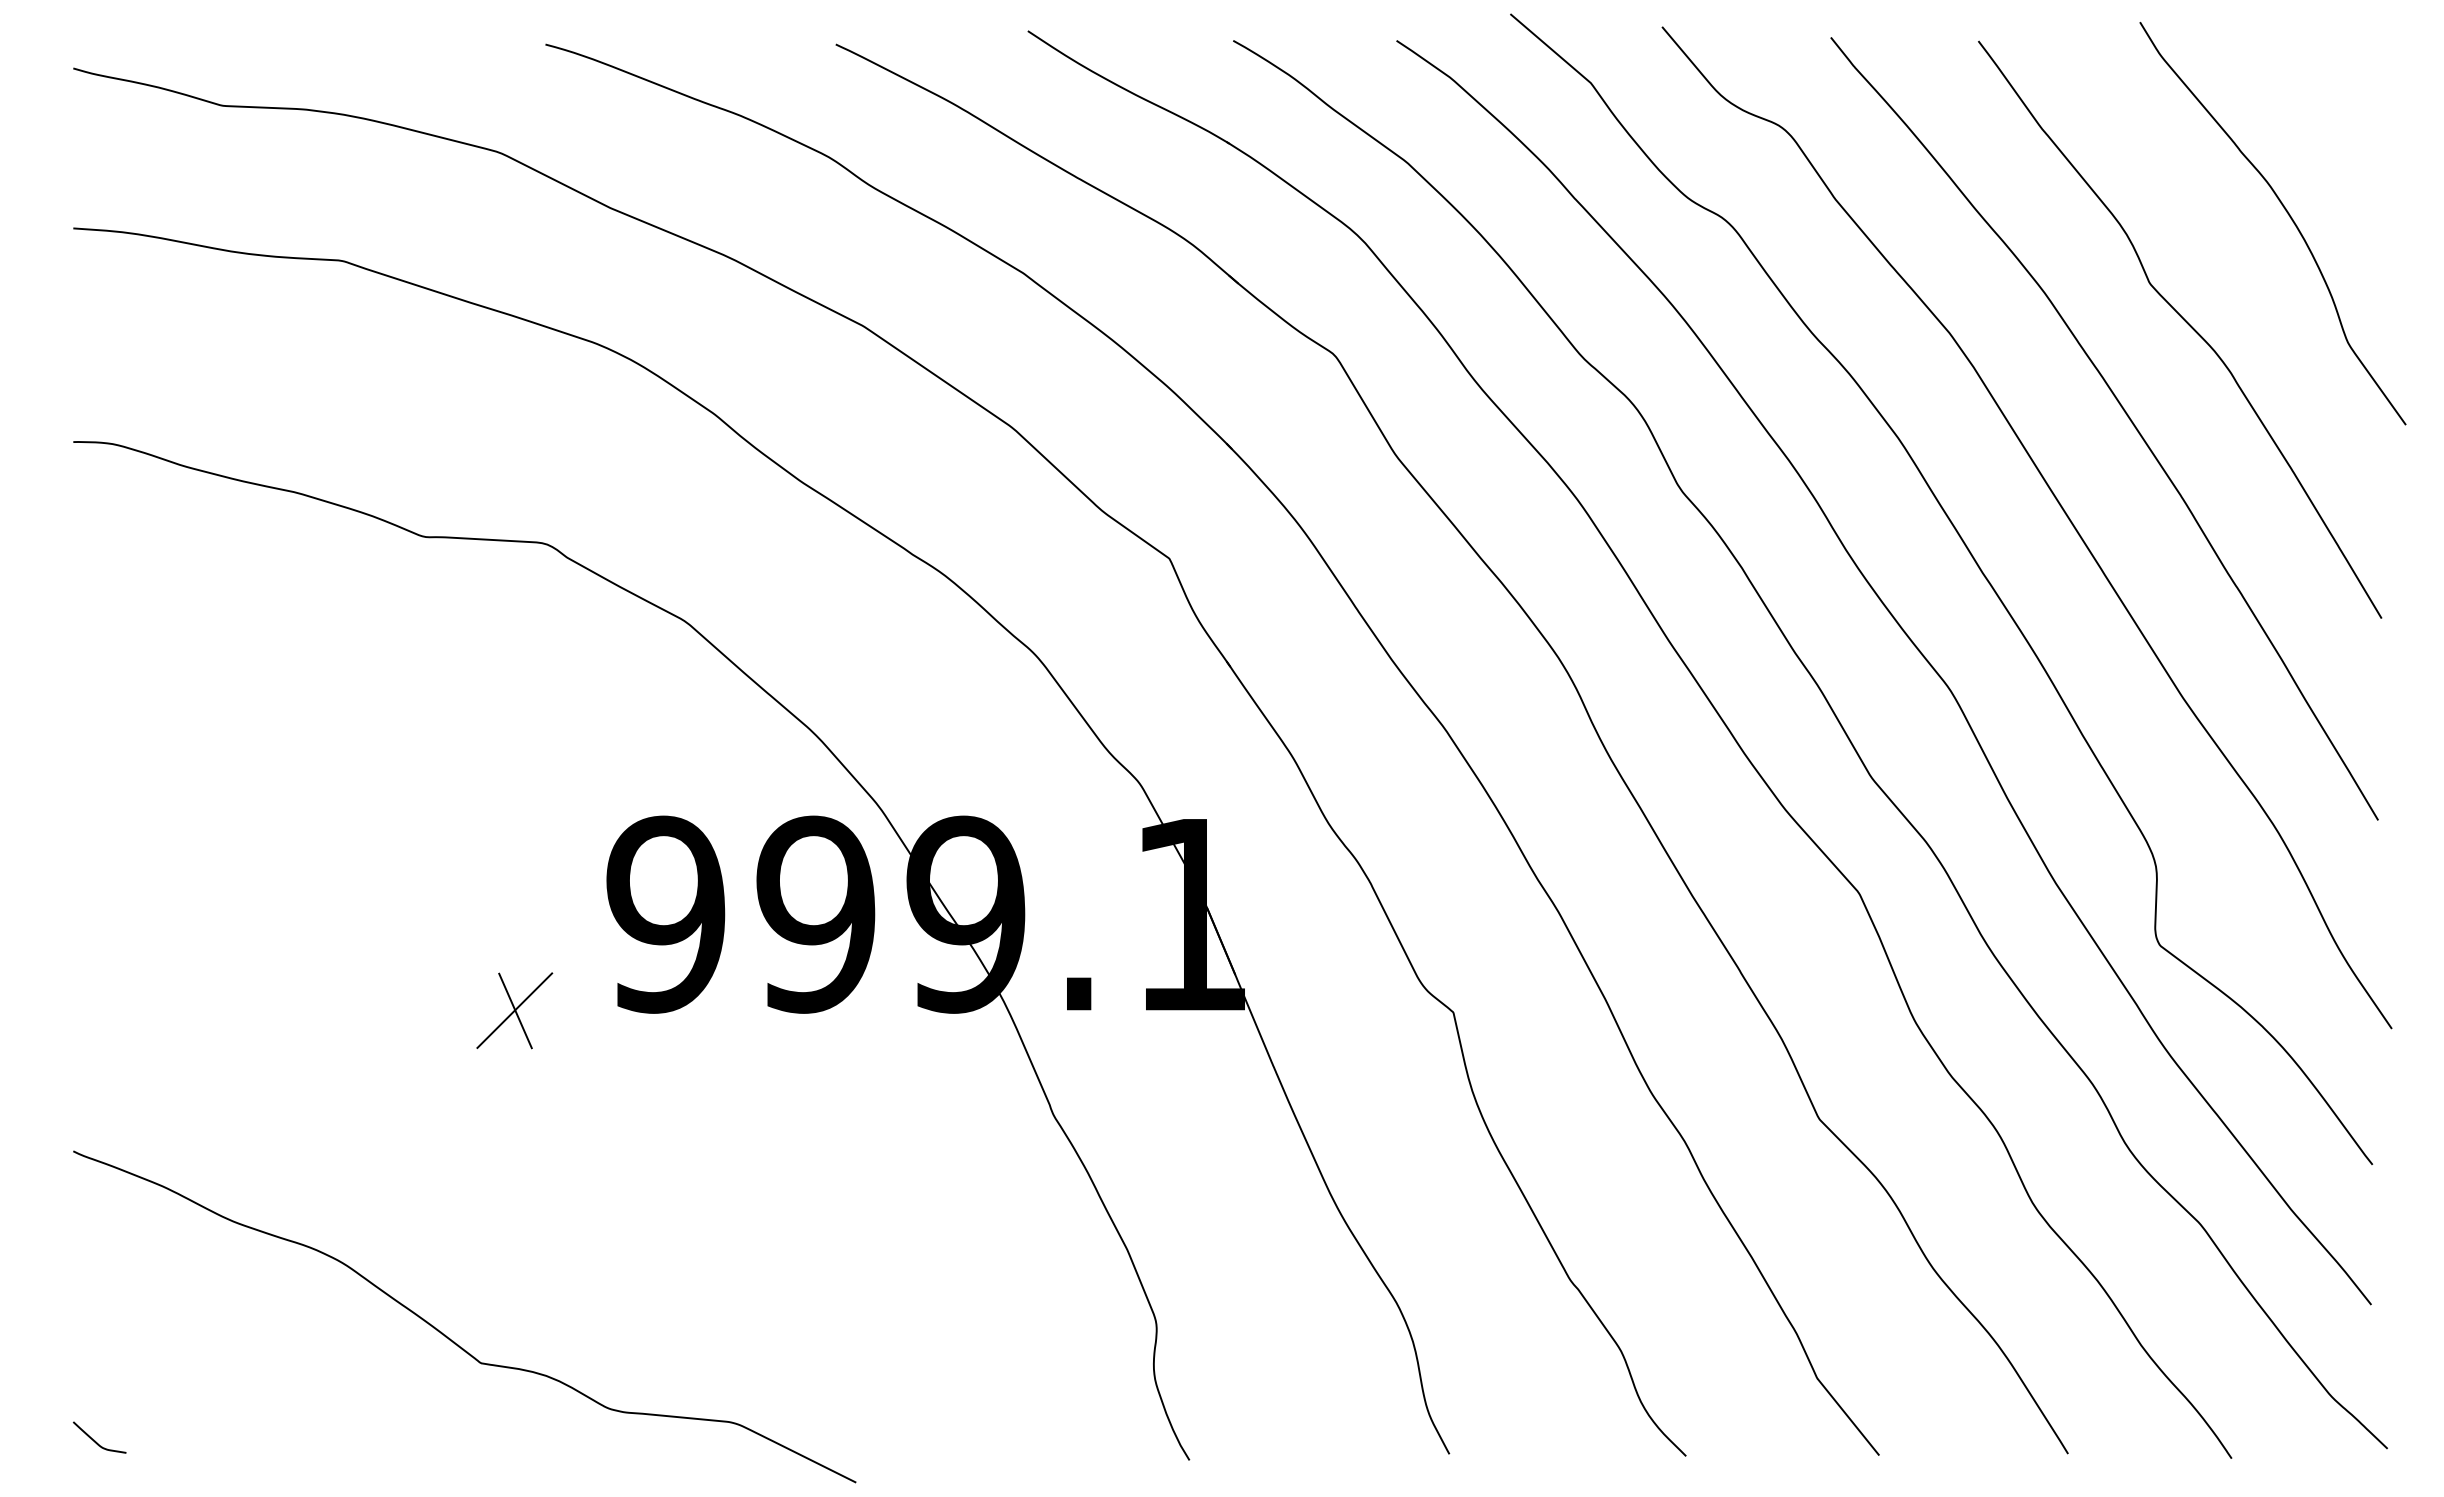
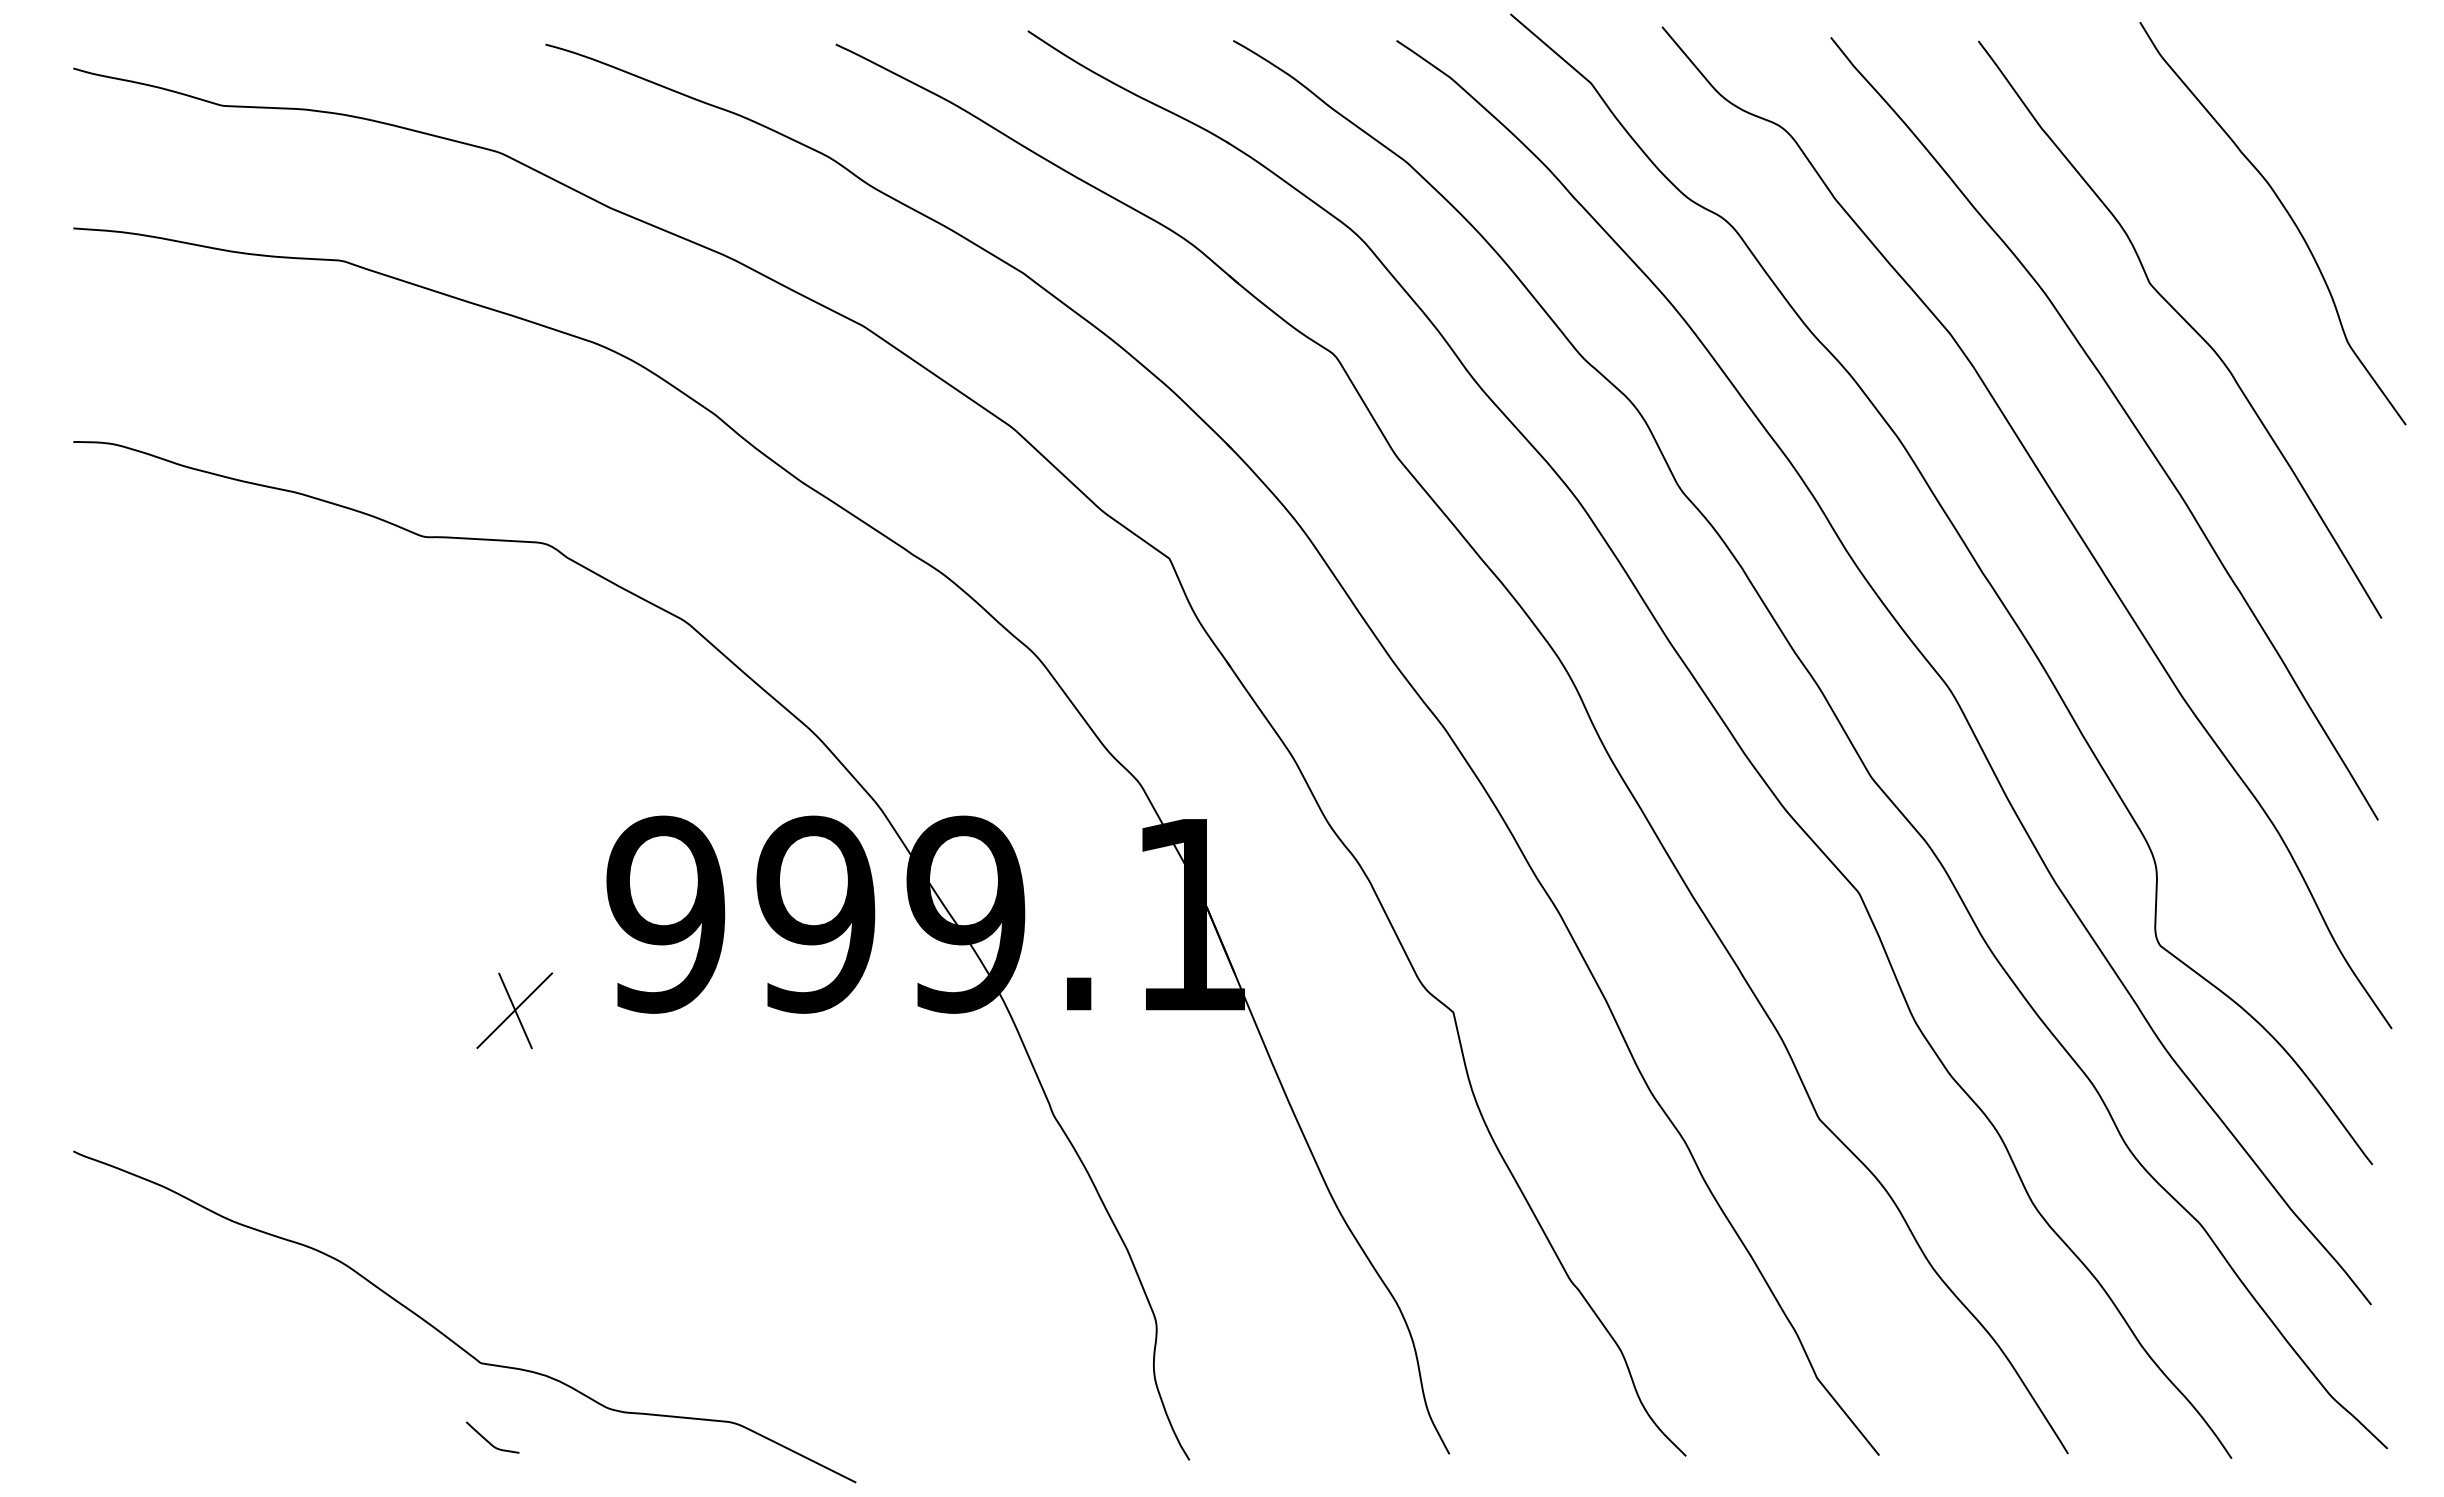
curve at (95, 1440) position: (95, 1440) -> (488, 1440)
